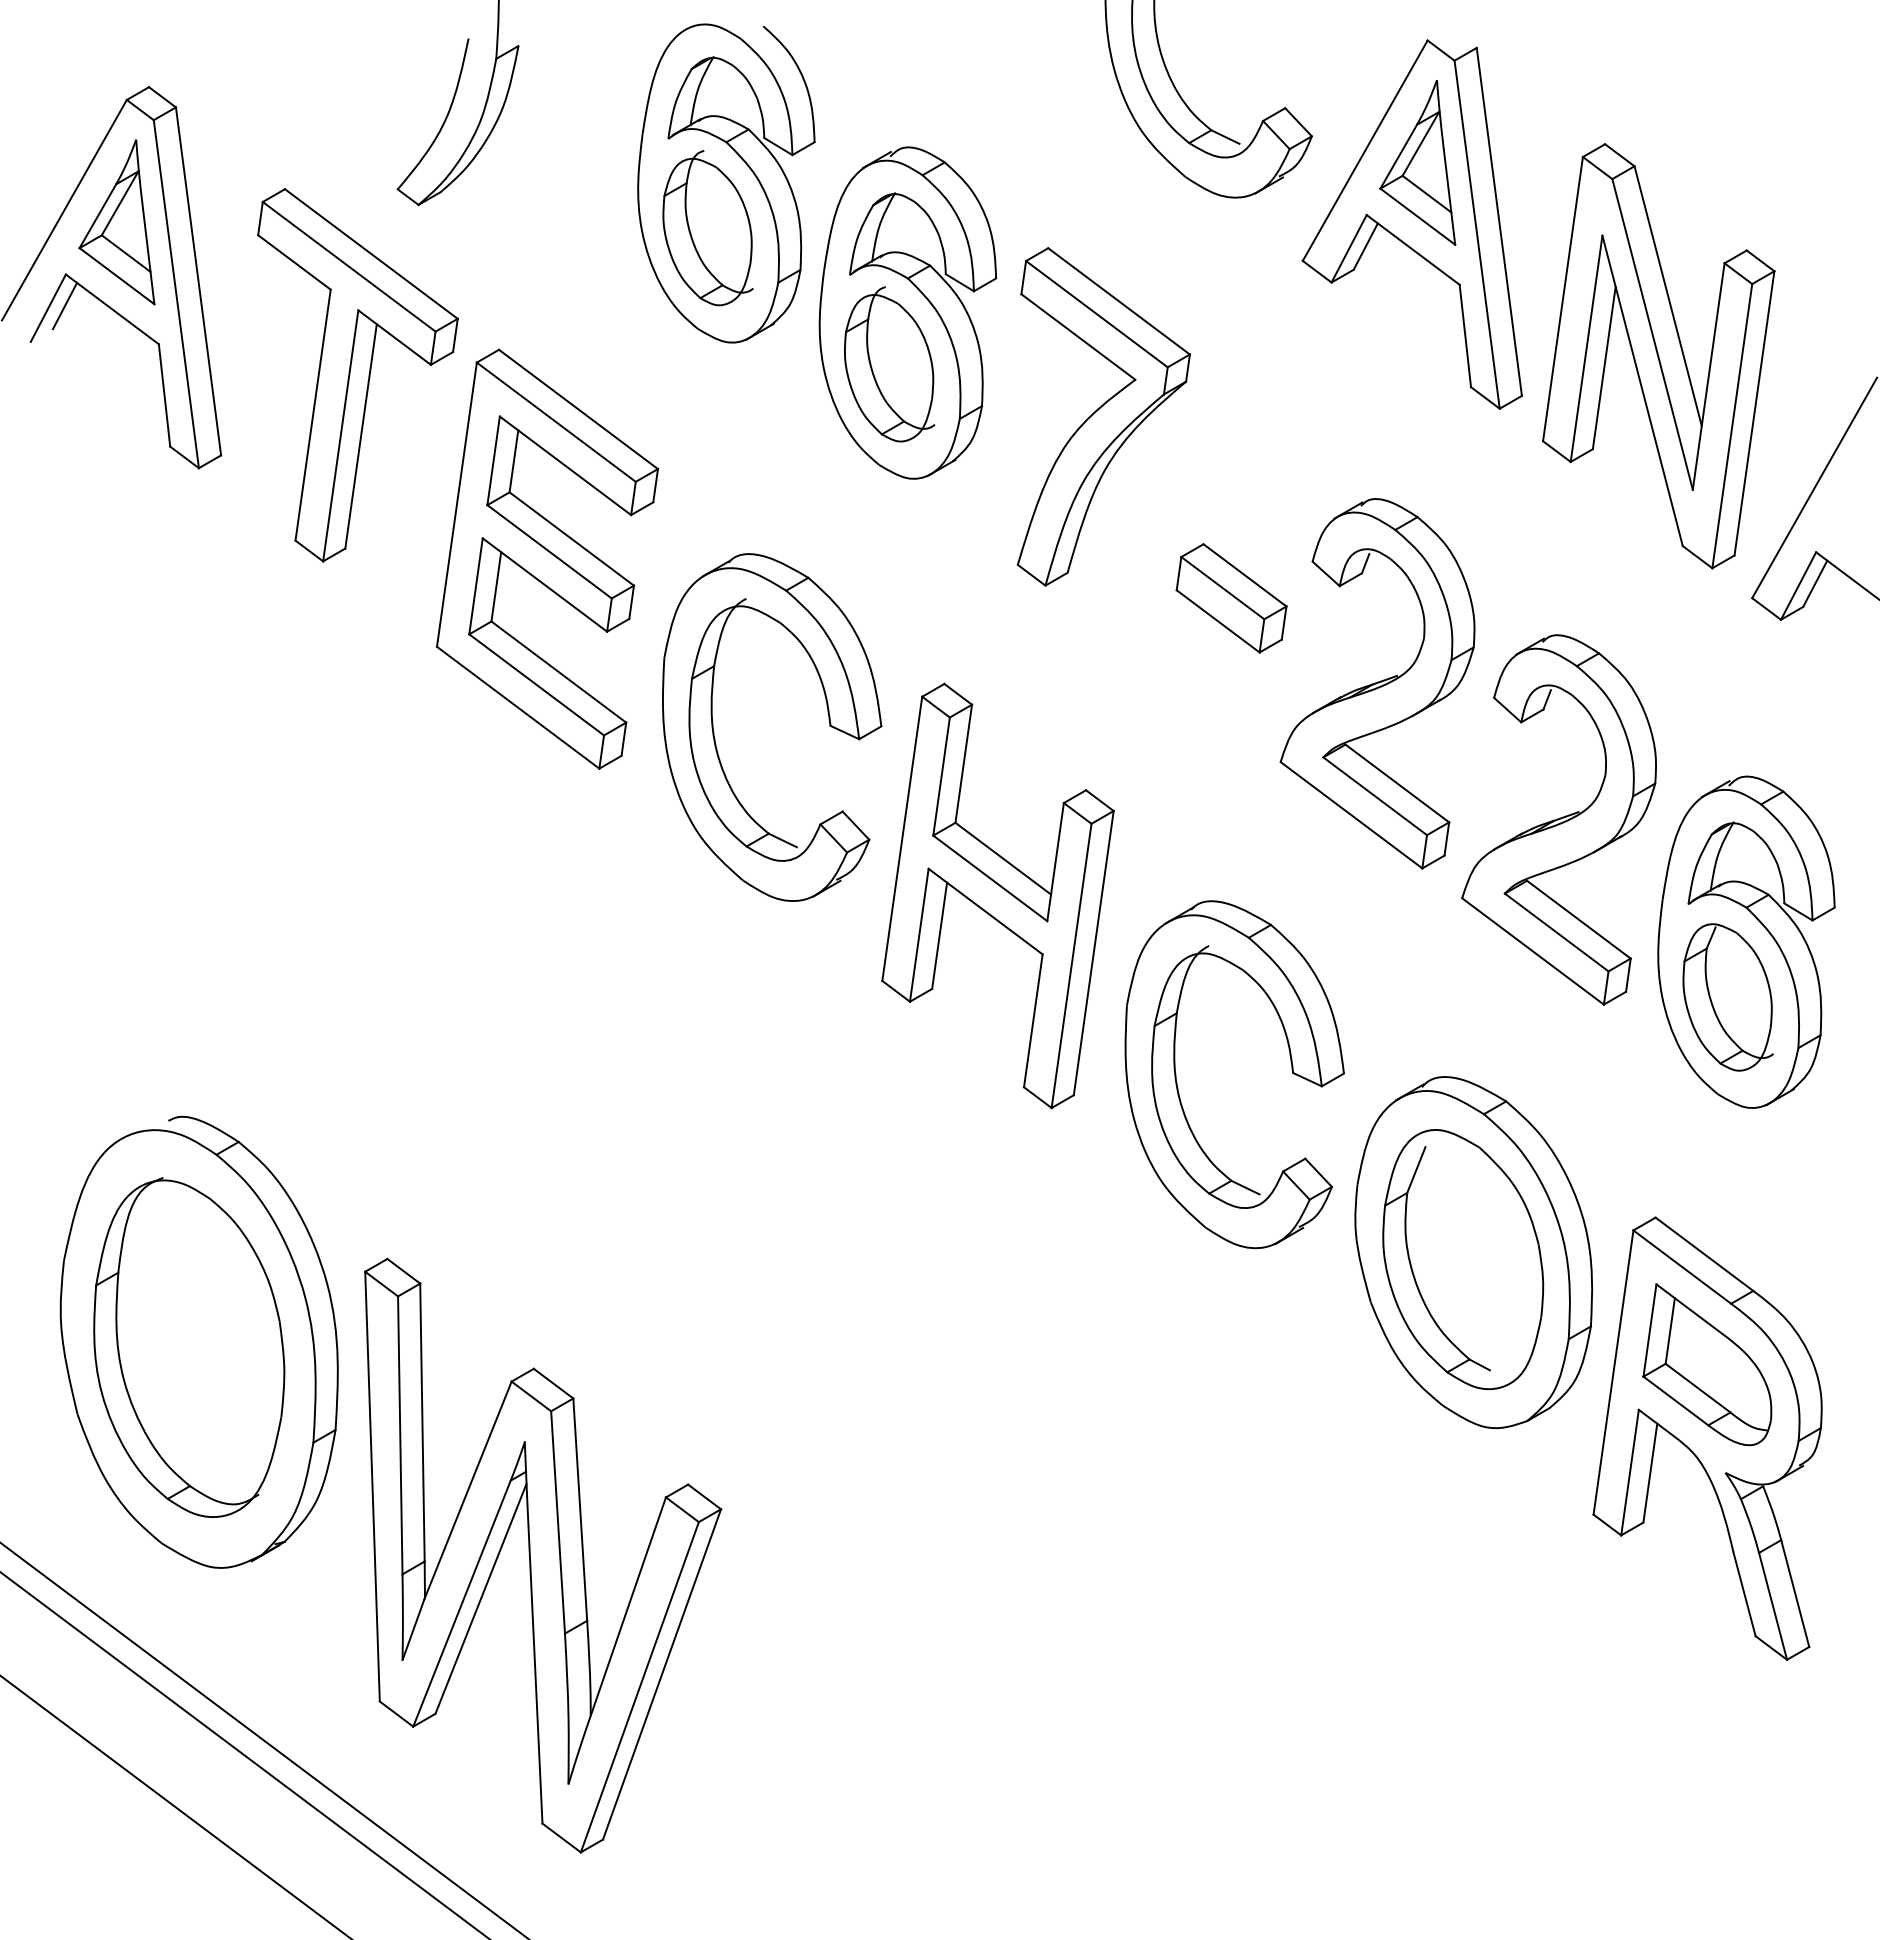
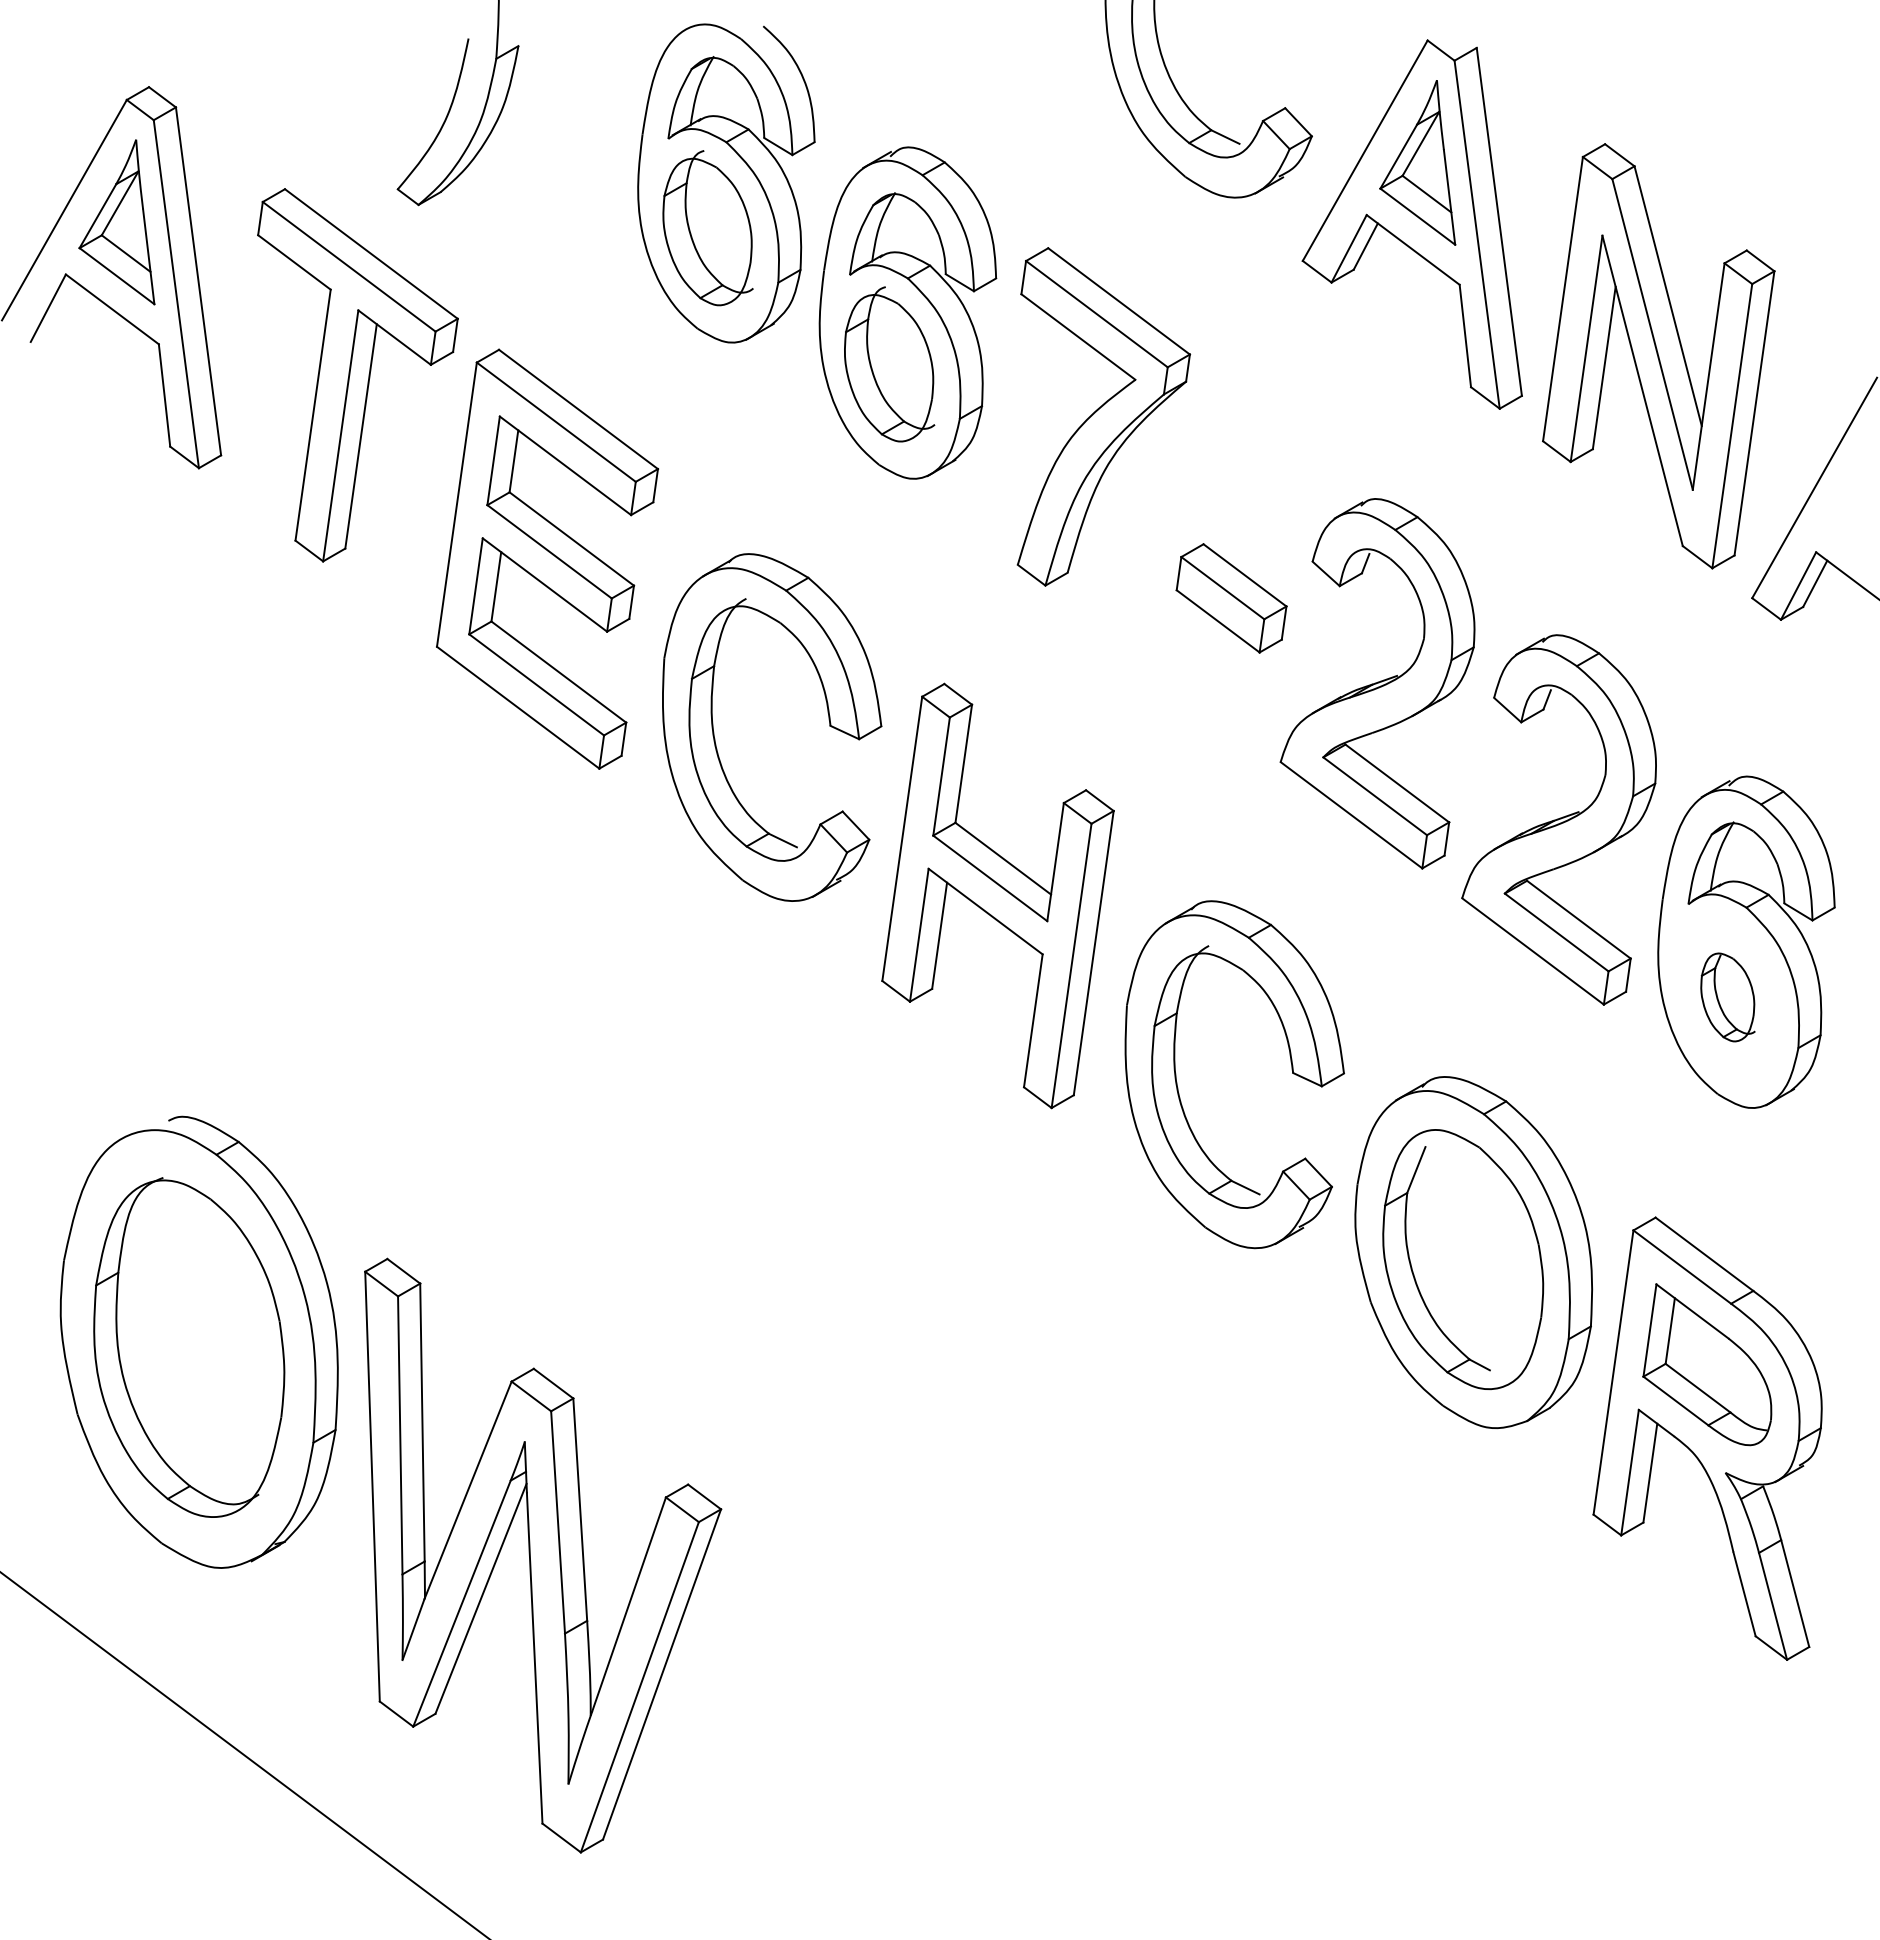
line at (64, 305): present -> none
part at (1727, 997) size: 92x149 px -> 56x91 px
line at (263, 1740): present -> none
line at (175, 1806): present -> none
